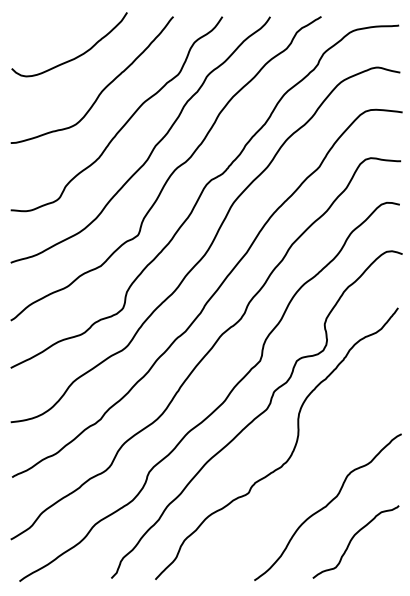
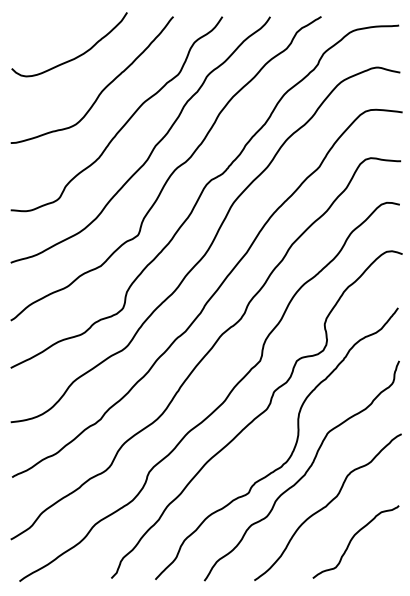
curve at (305, 471): none -> present
